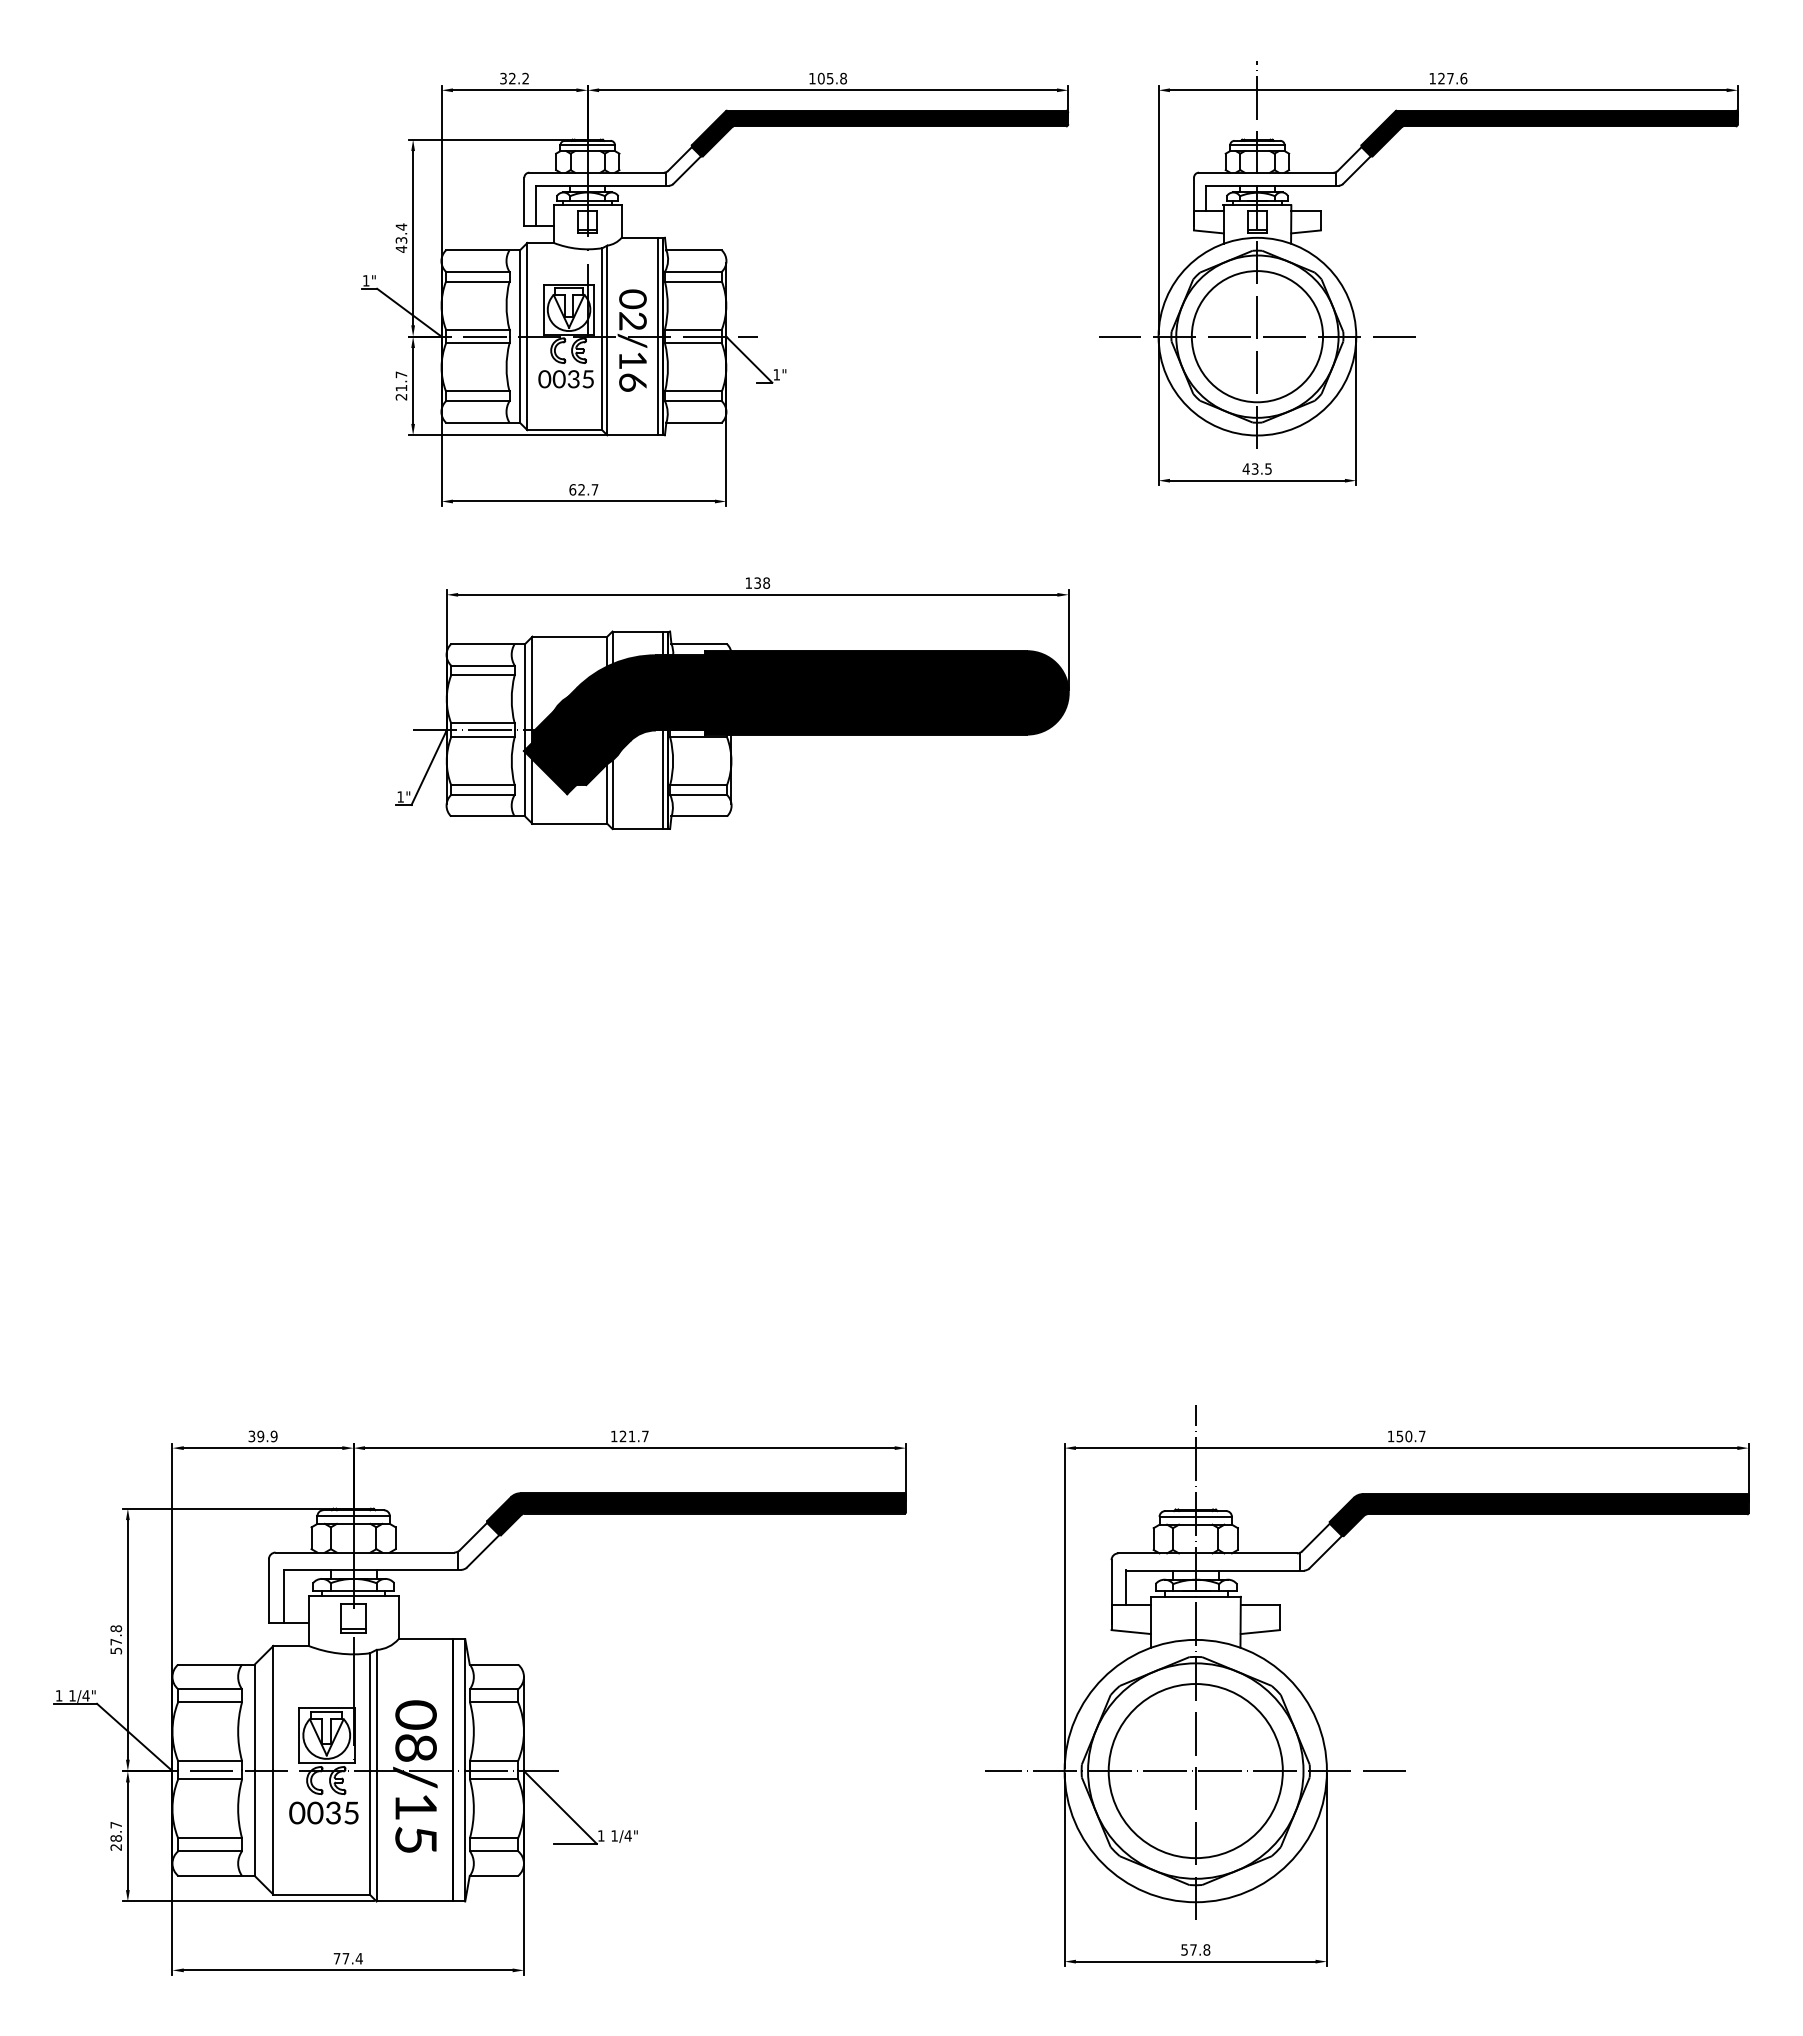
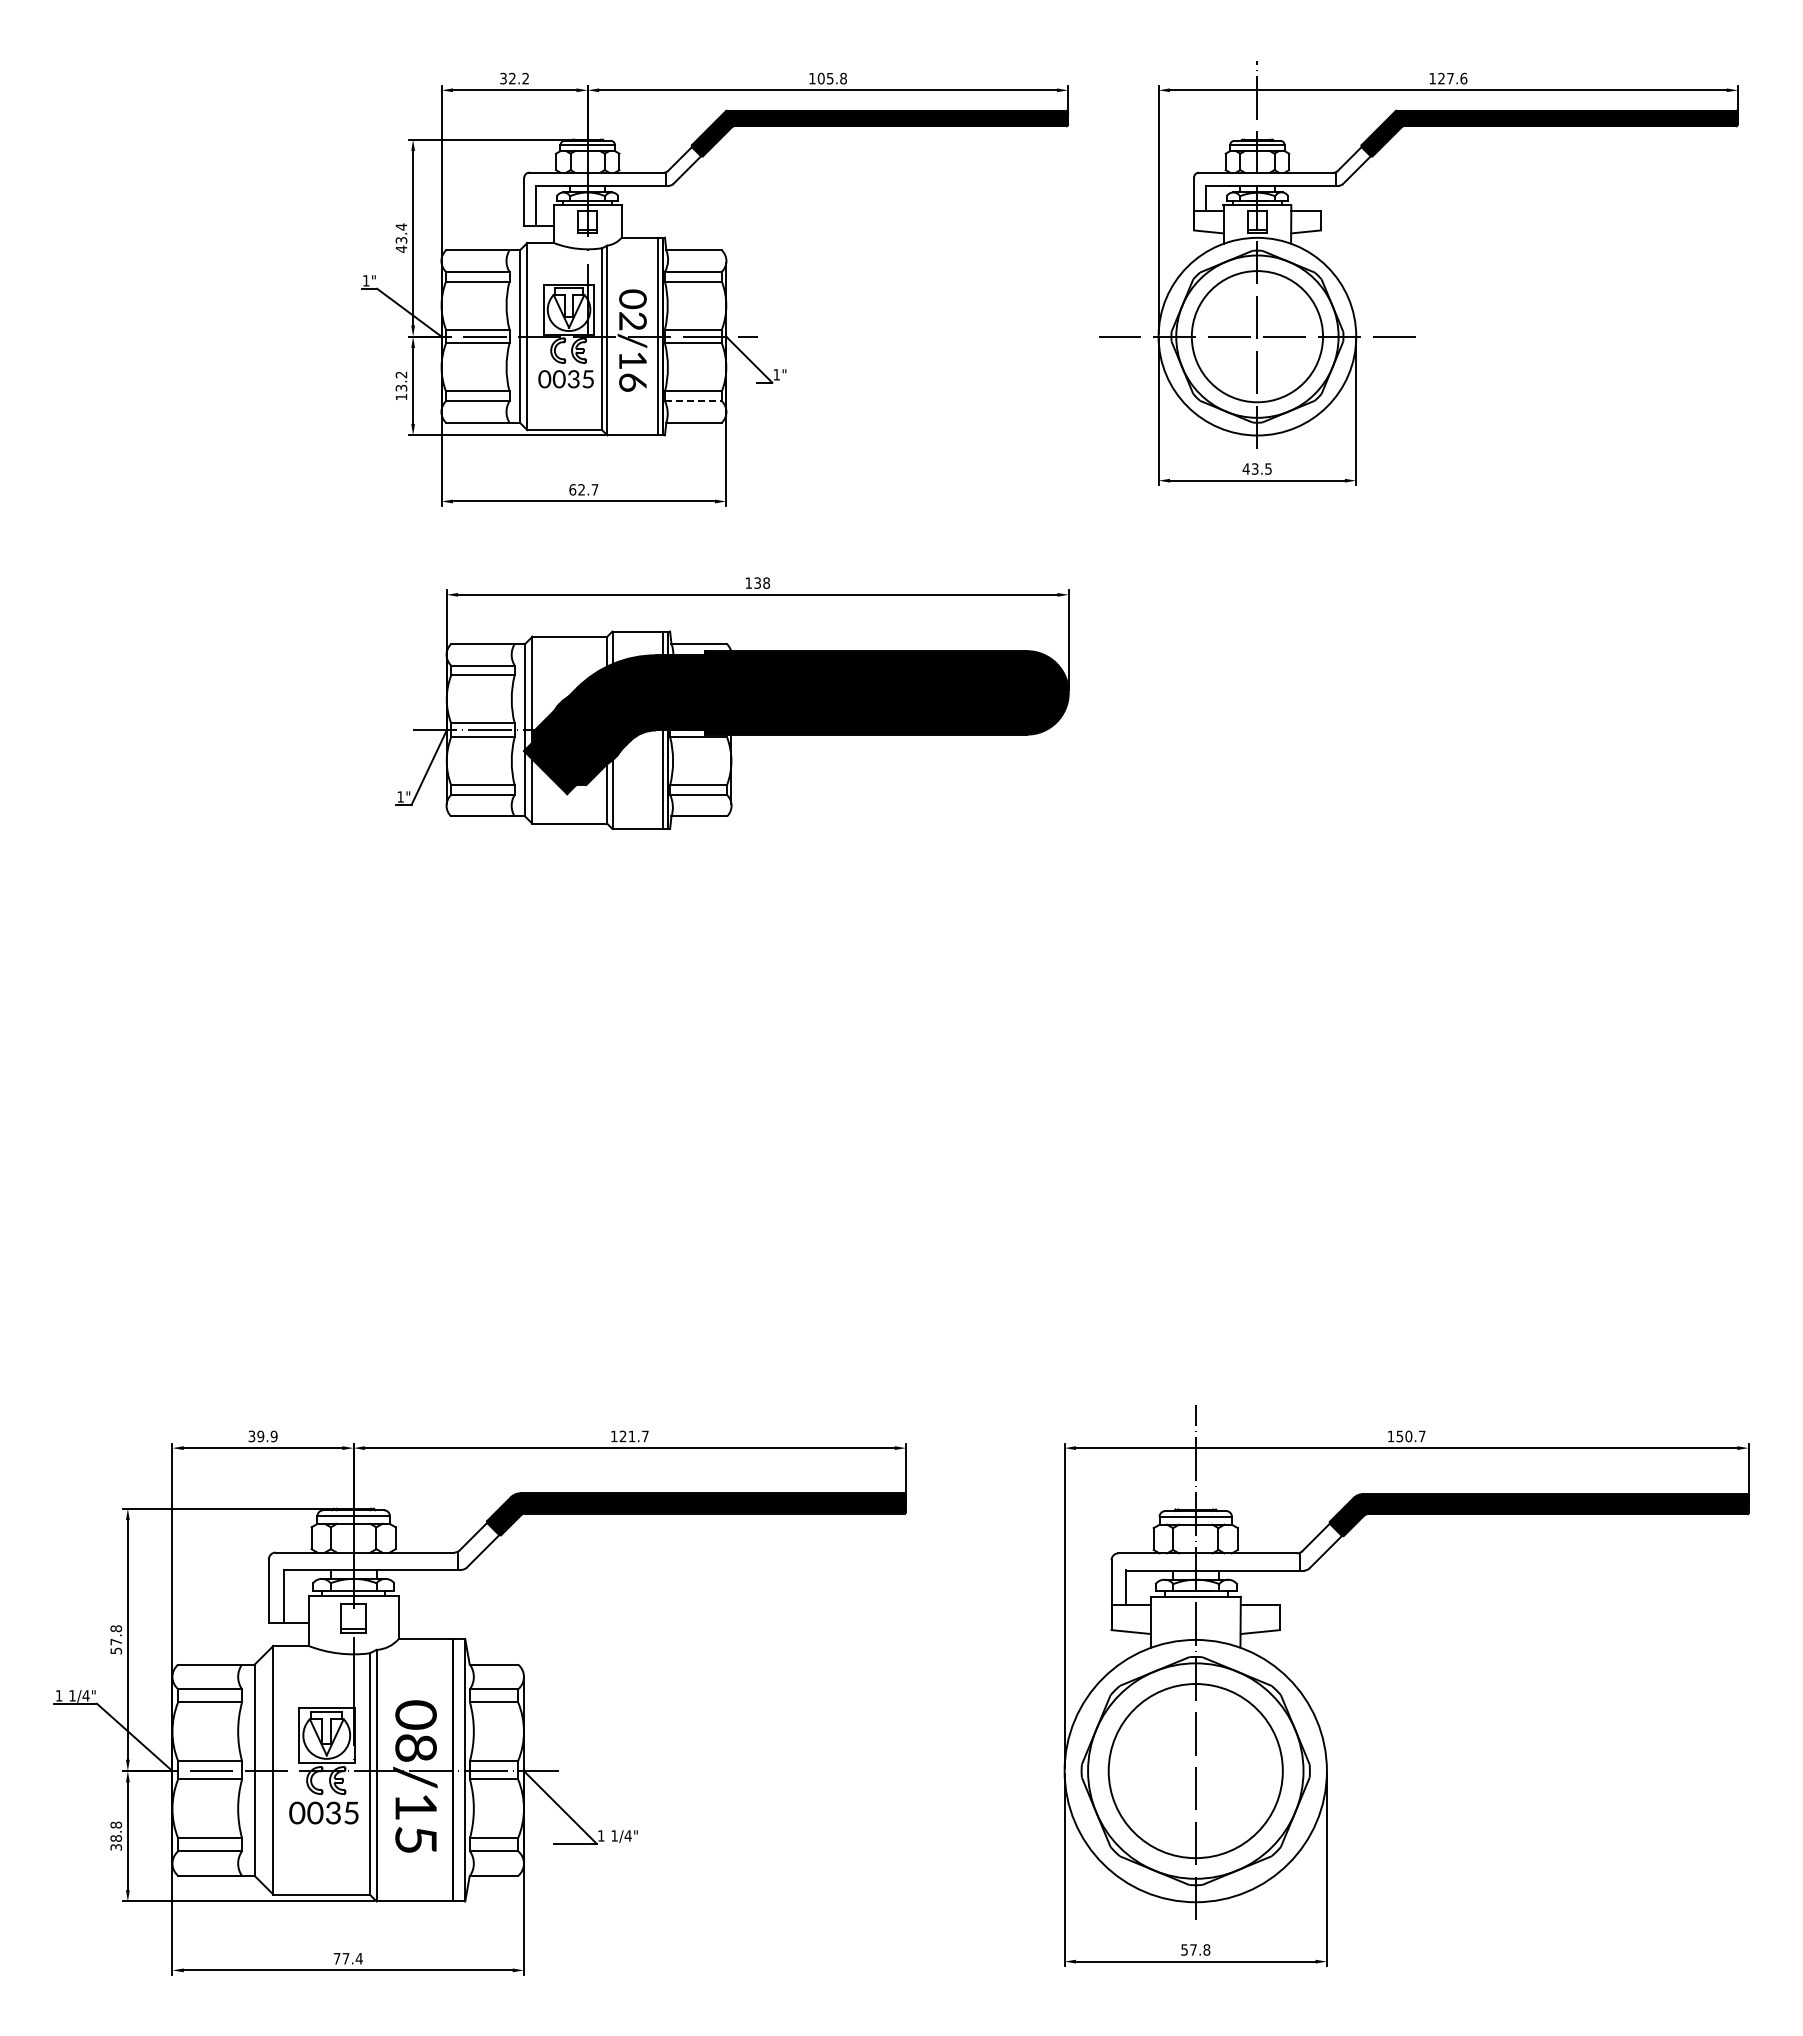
text at (401, 385): 21.7 -> 13.2
line at (693, 401): solid -> dashed
line at (1195, 1771): present -> none
text at (116, 1835): 28.7 -> 38.8
